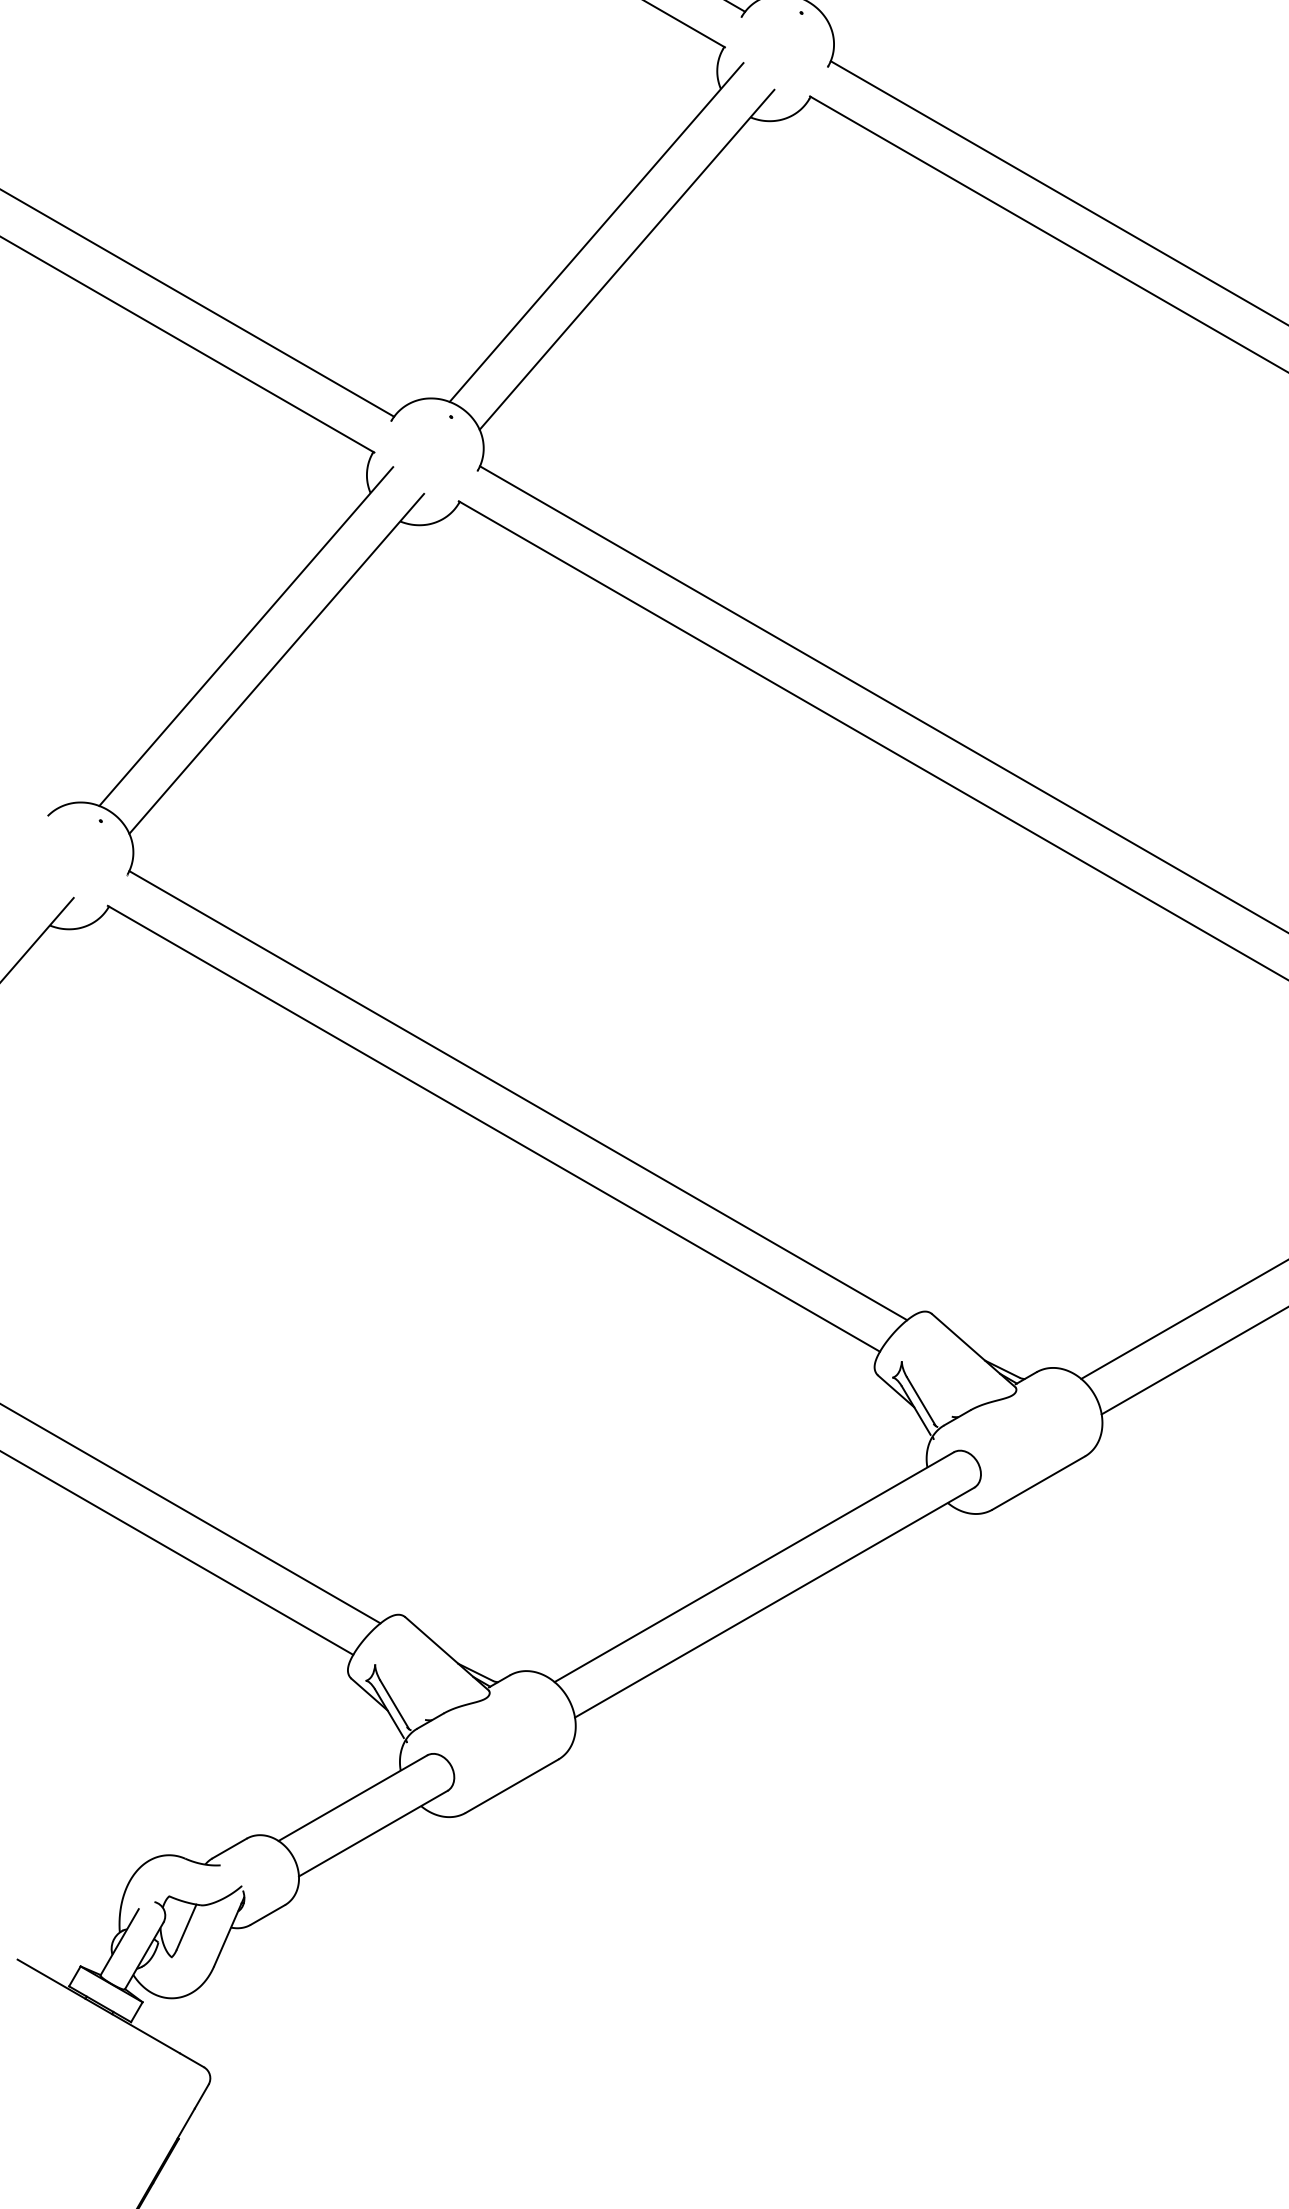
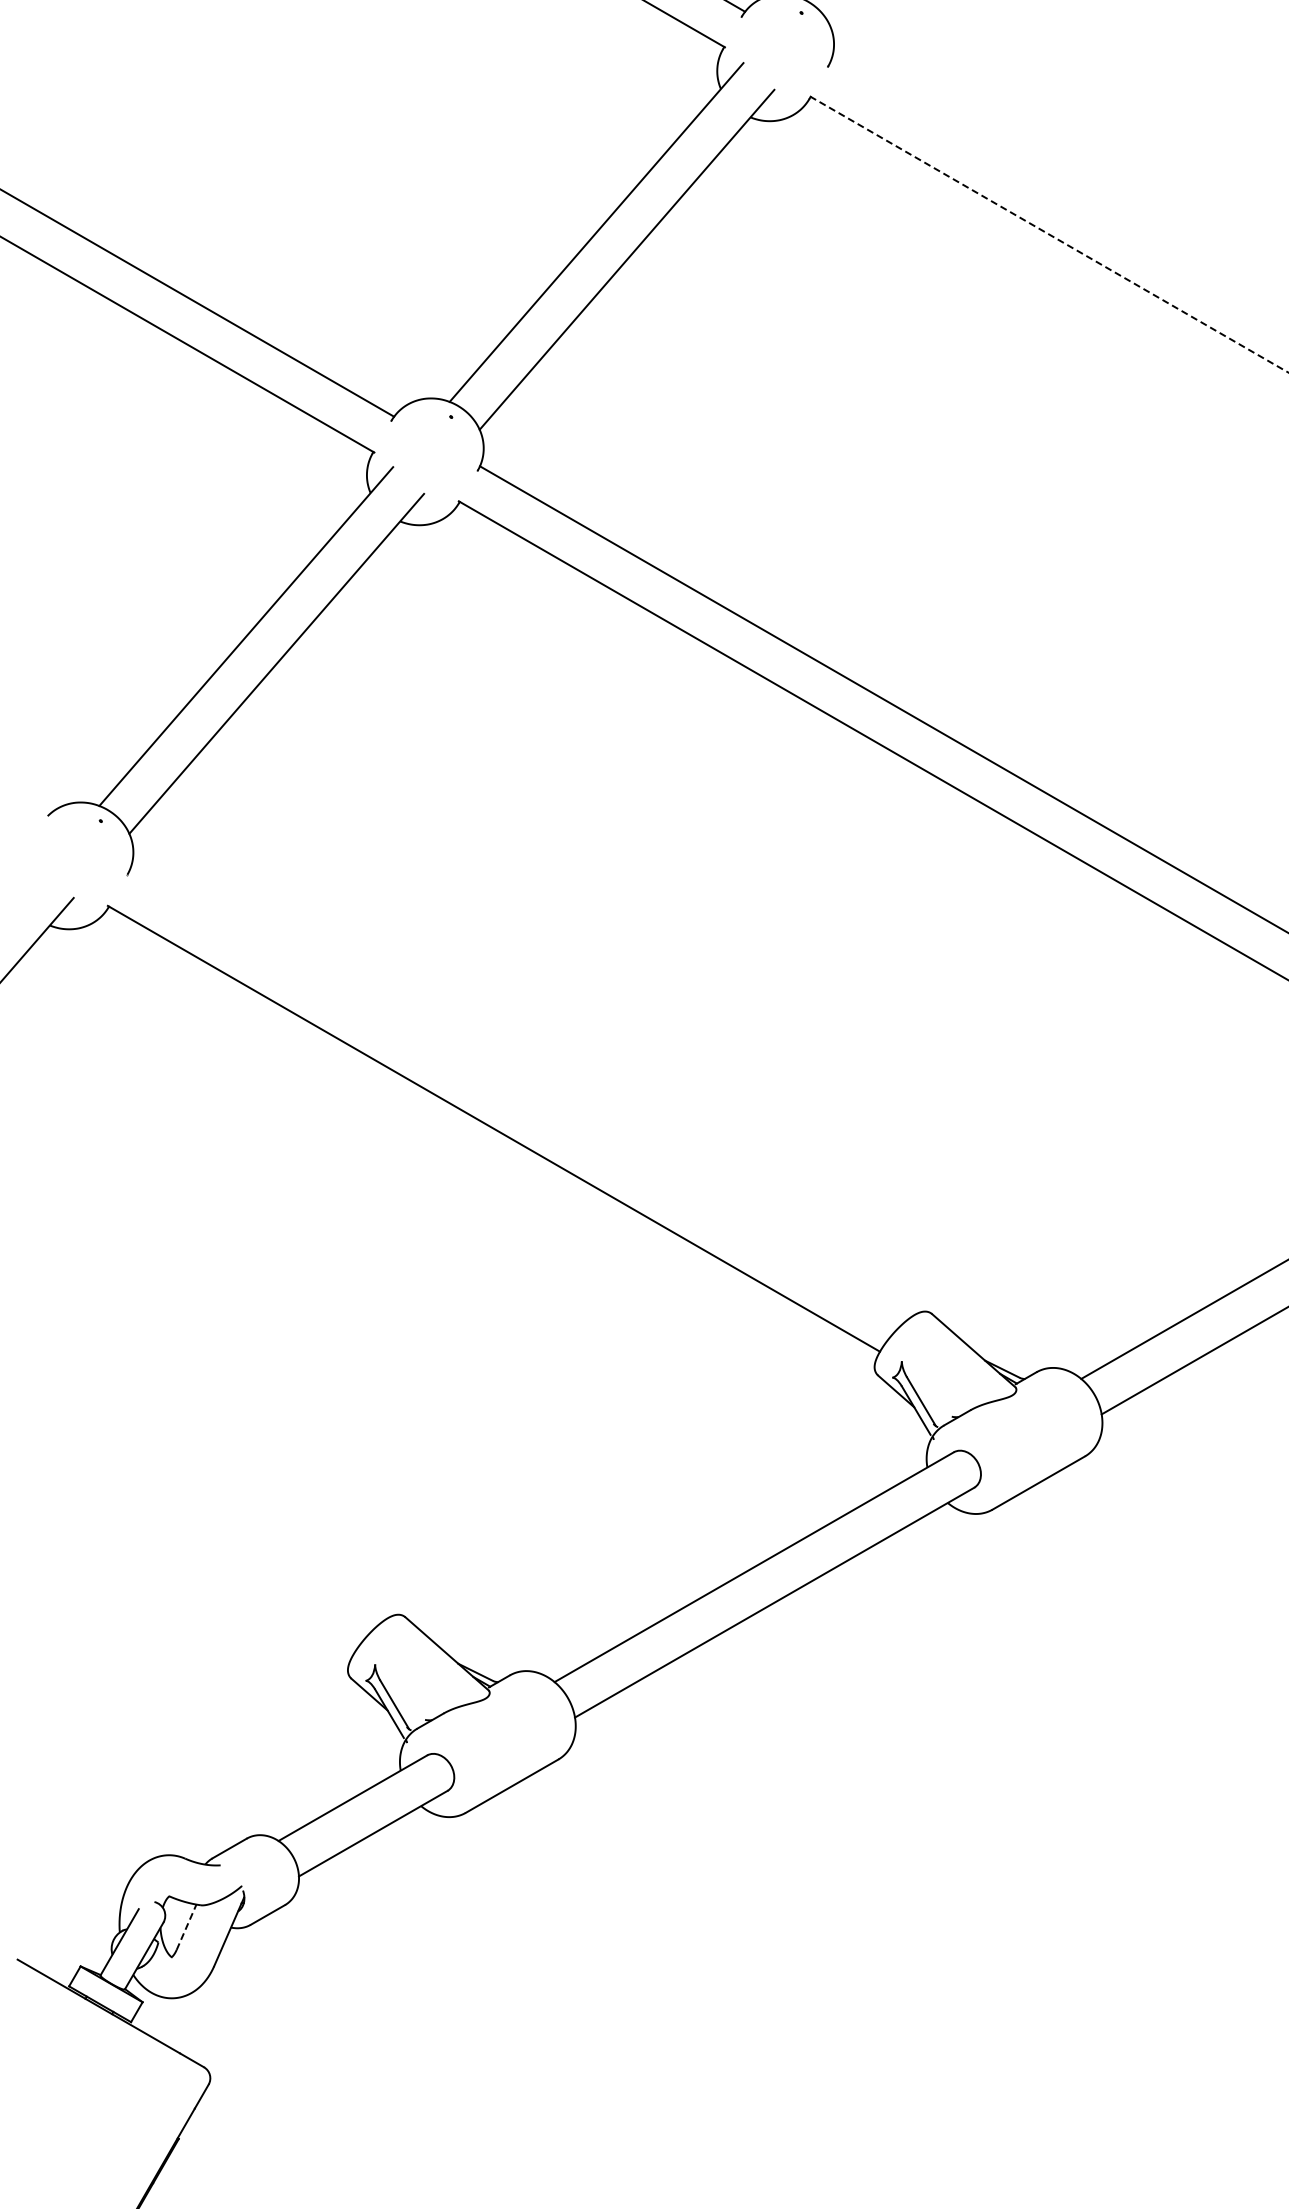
line at (1057, 192): present -> none
line at (1049, 234): solid -> dashed
line at (518, 1095): present -> none
line at (191, 1514): present -> none
line at (177, 1553): present -> none
line at (186, 1927): solid -> dashed
